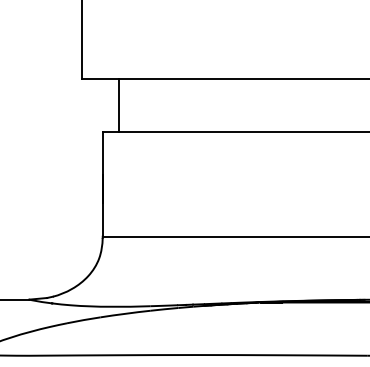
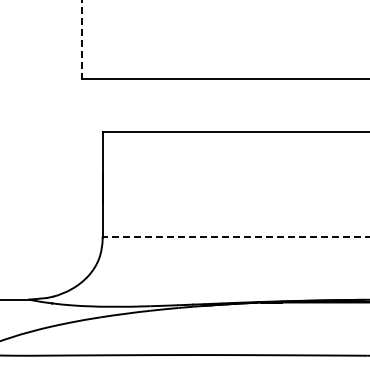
line at (81, 40): solid -> dashed
line at (118, 105): present -> none
line at (235, 236): solid -> dashed
